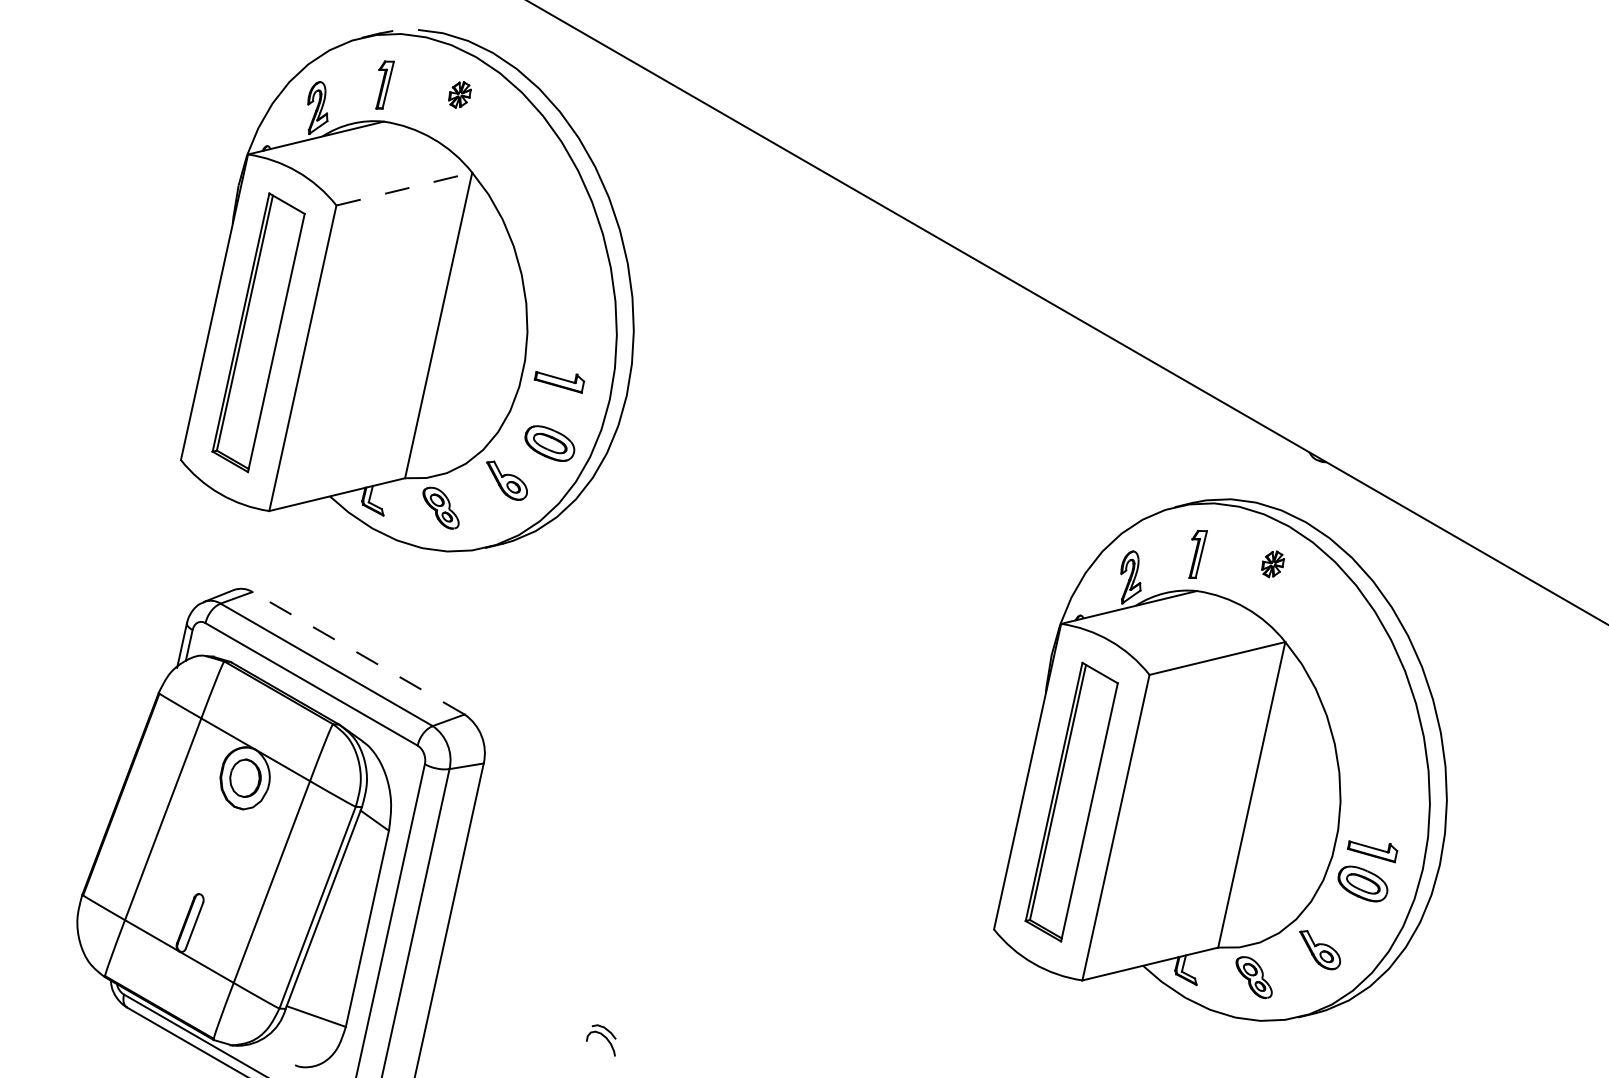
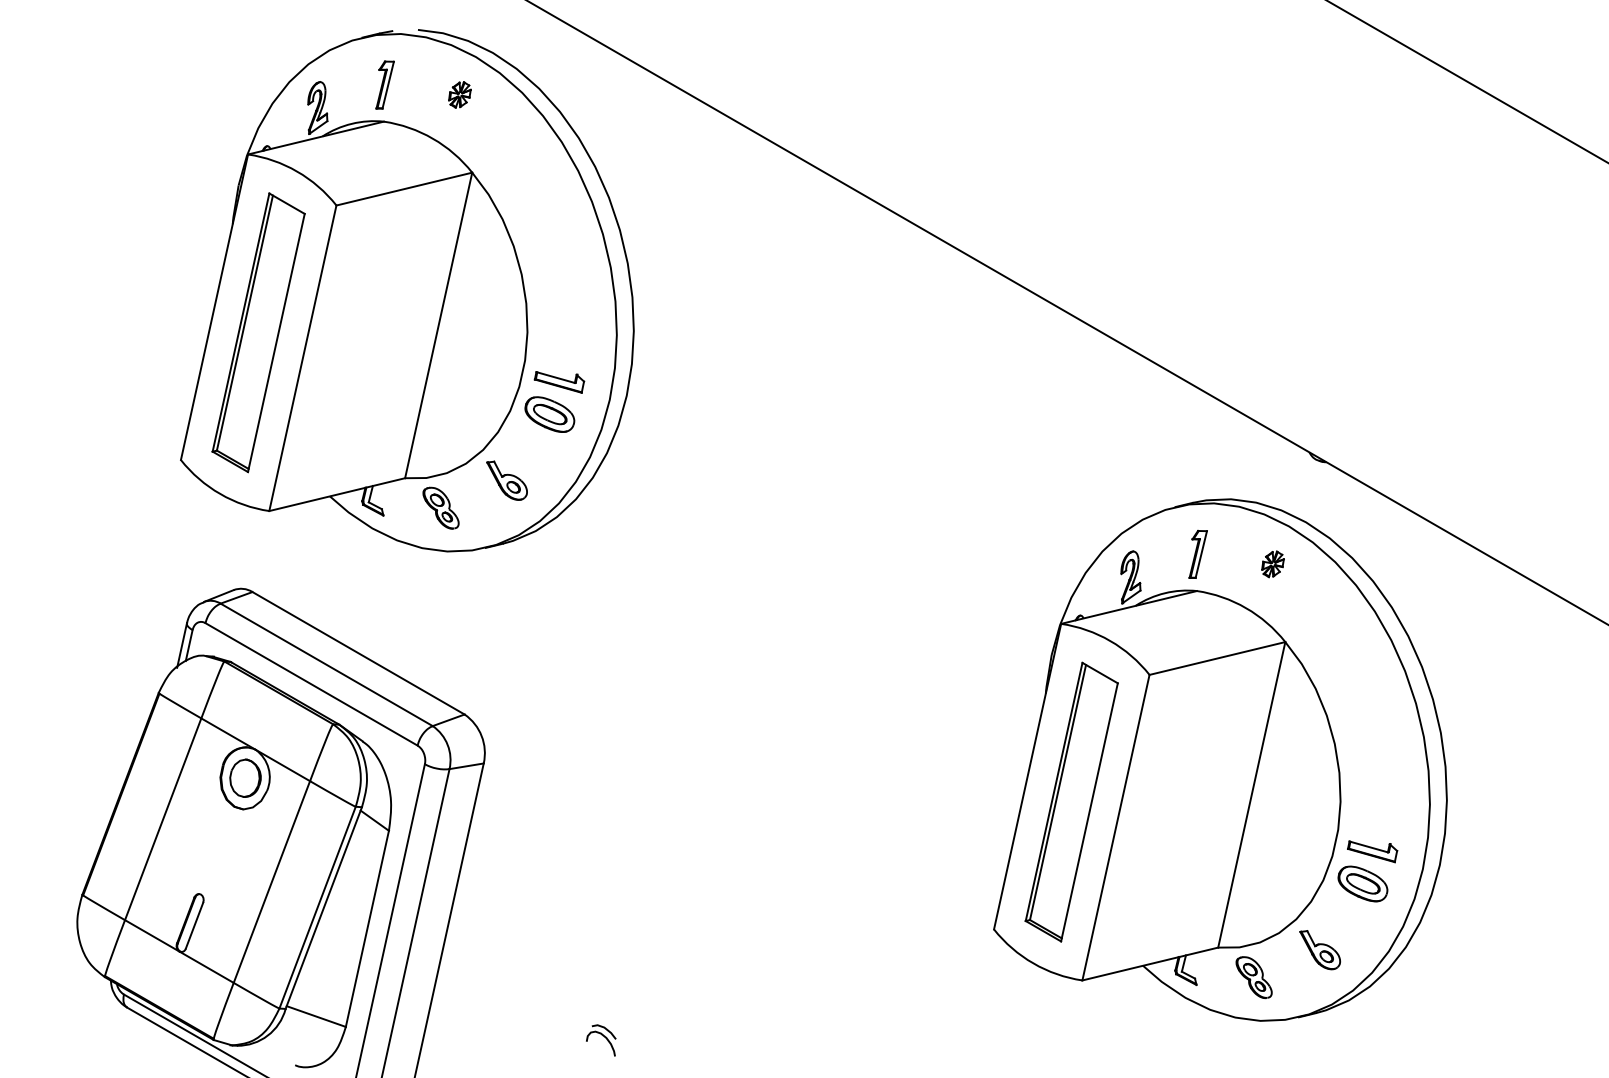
line at (1467, 81): none -> present
line at (404, 189): dashed -> solid
part at (549, 443) position: (549, 443) -> (549, 414)
line at (358, 653): dashed -> solid
